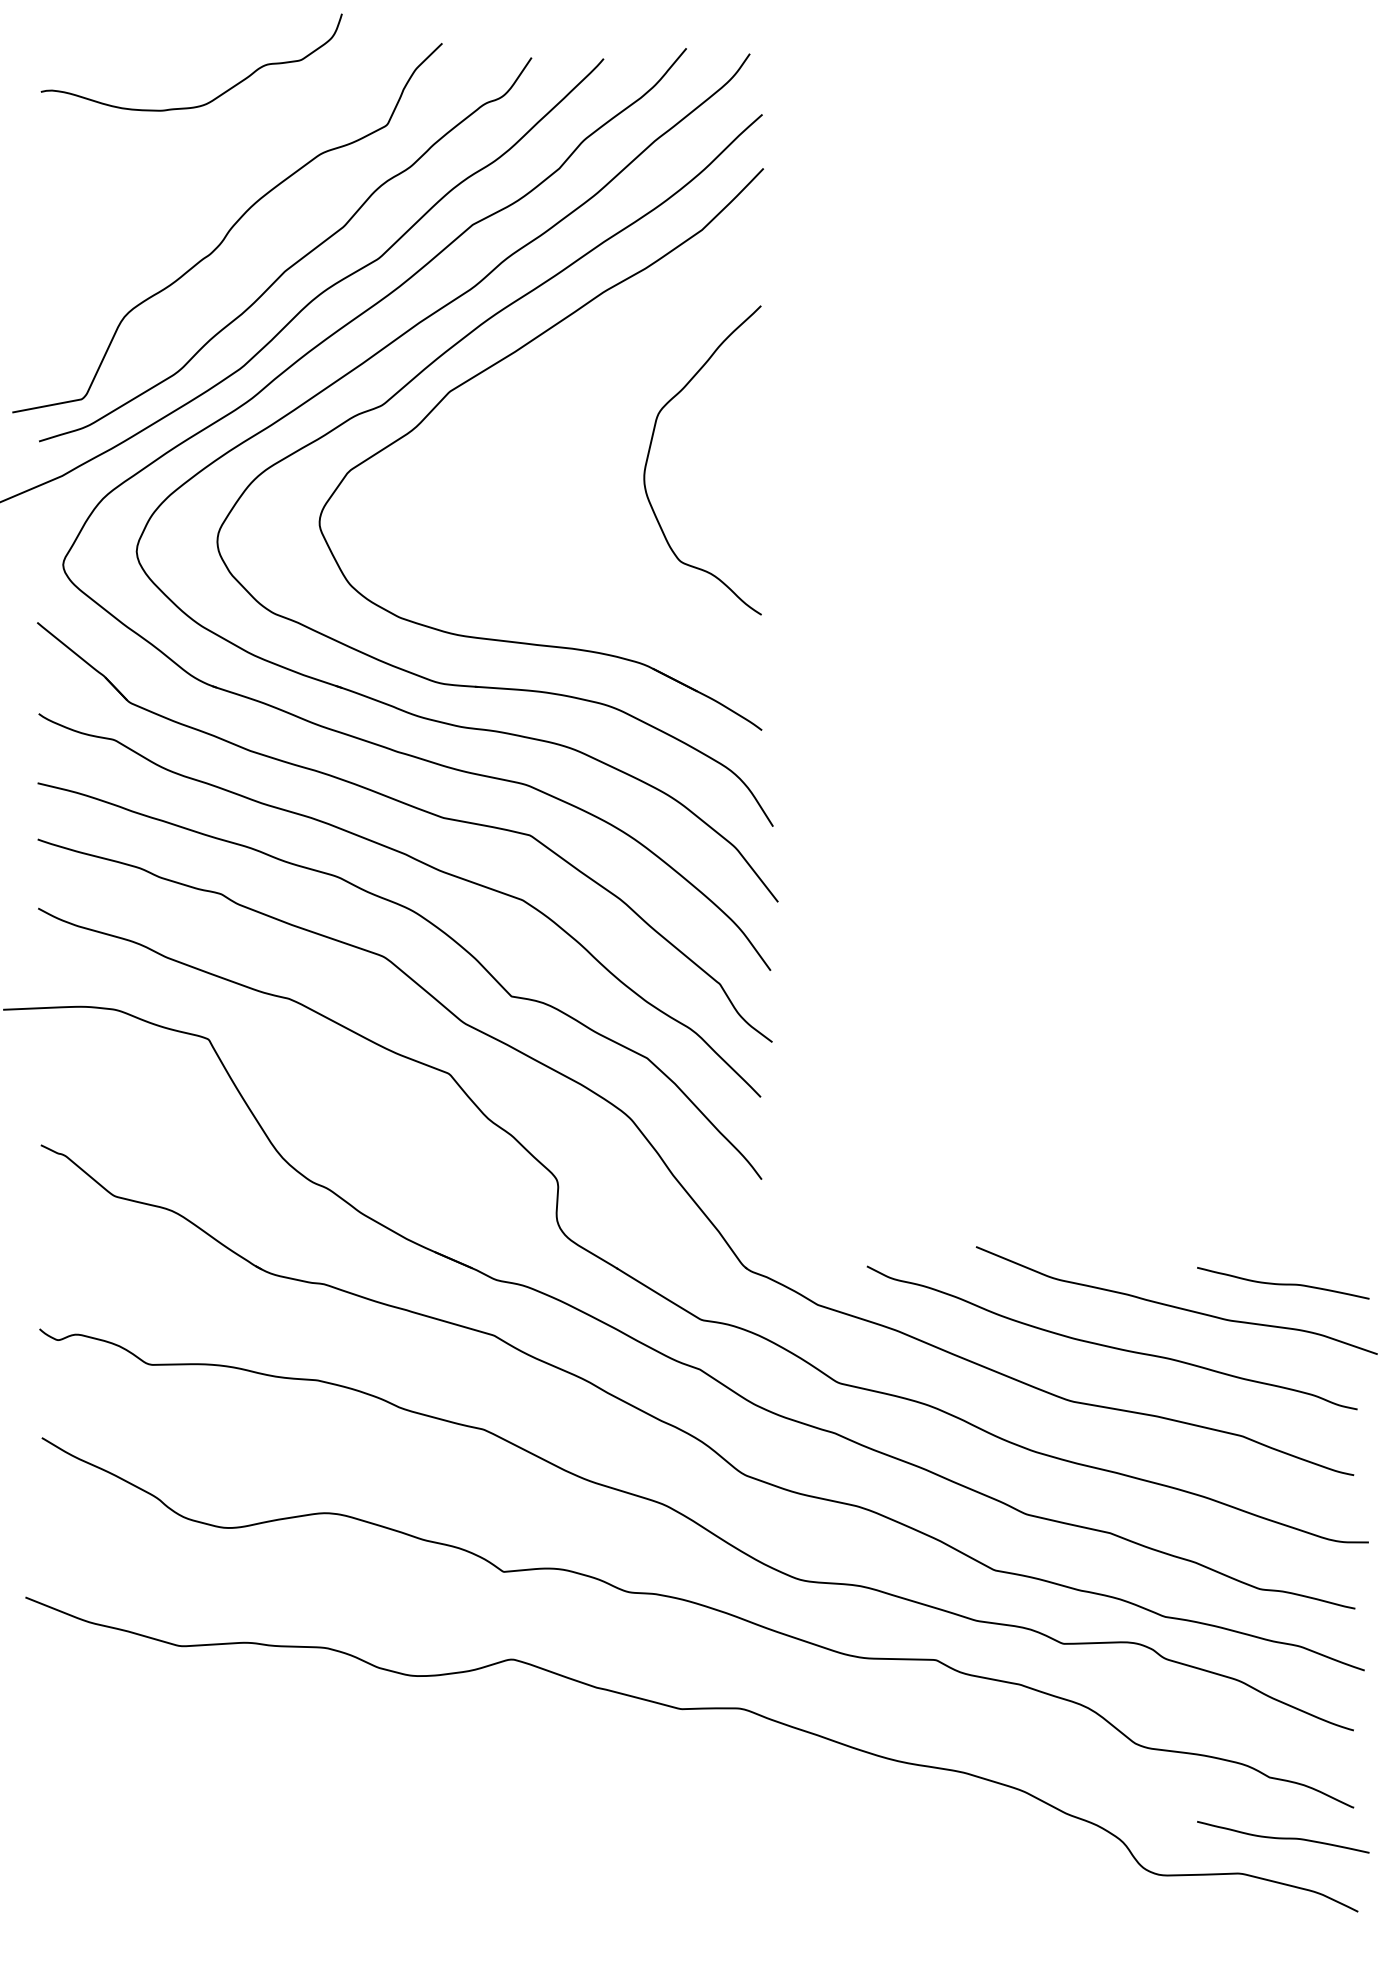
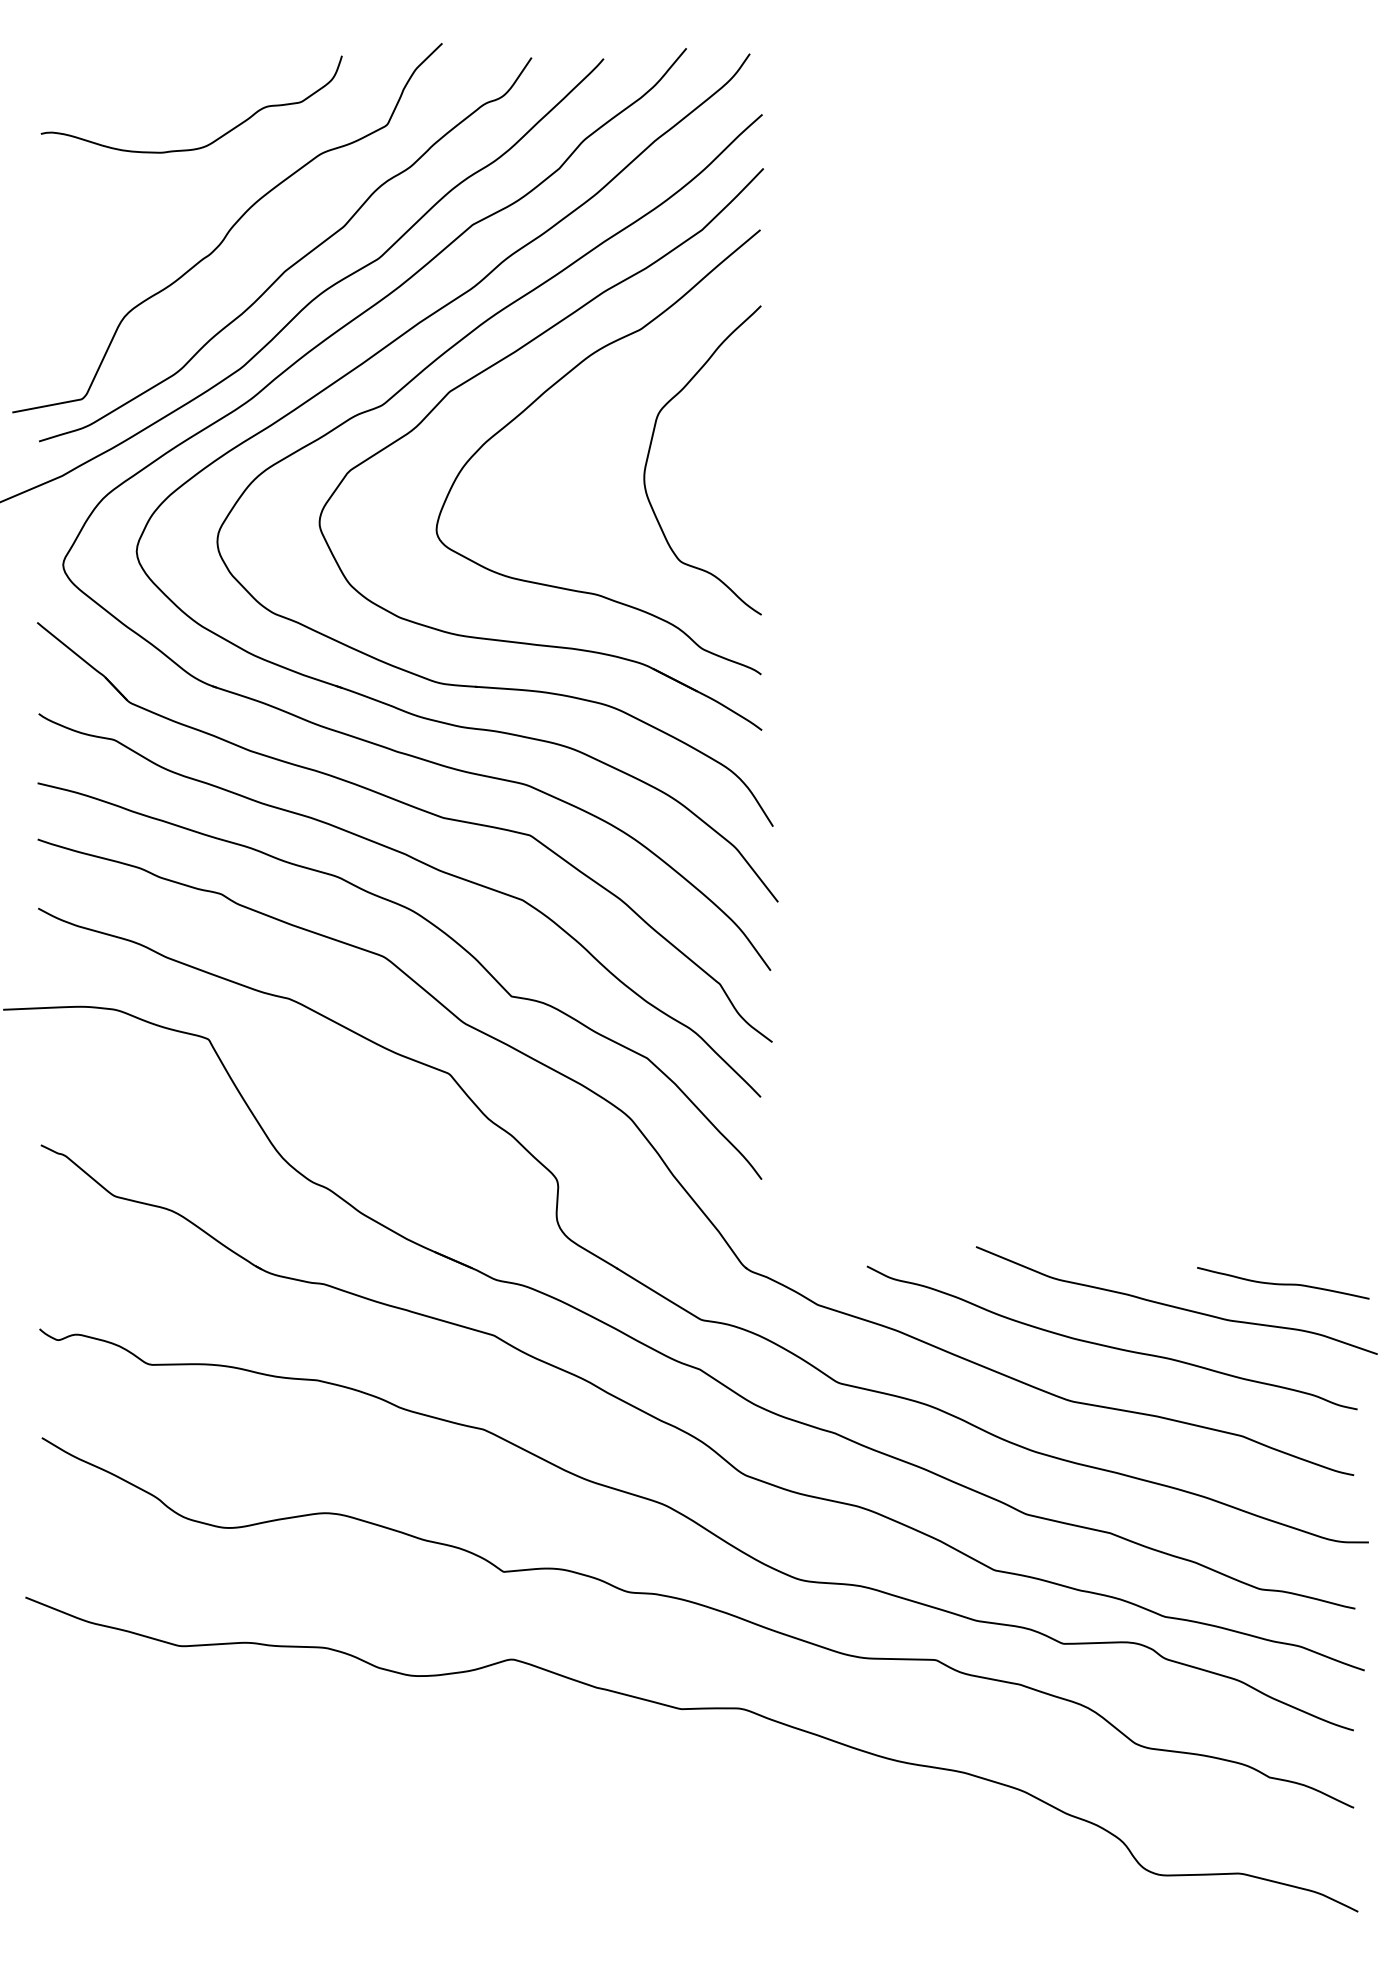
curve at (215, 97) position: (215, 97) -> (215, 139)
curve at (547, 391): none -> present
curve at (1283, 1837): present -> none
